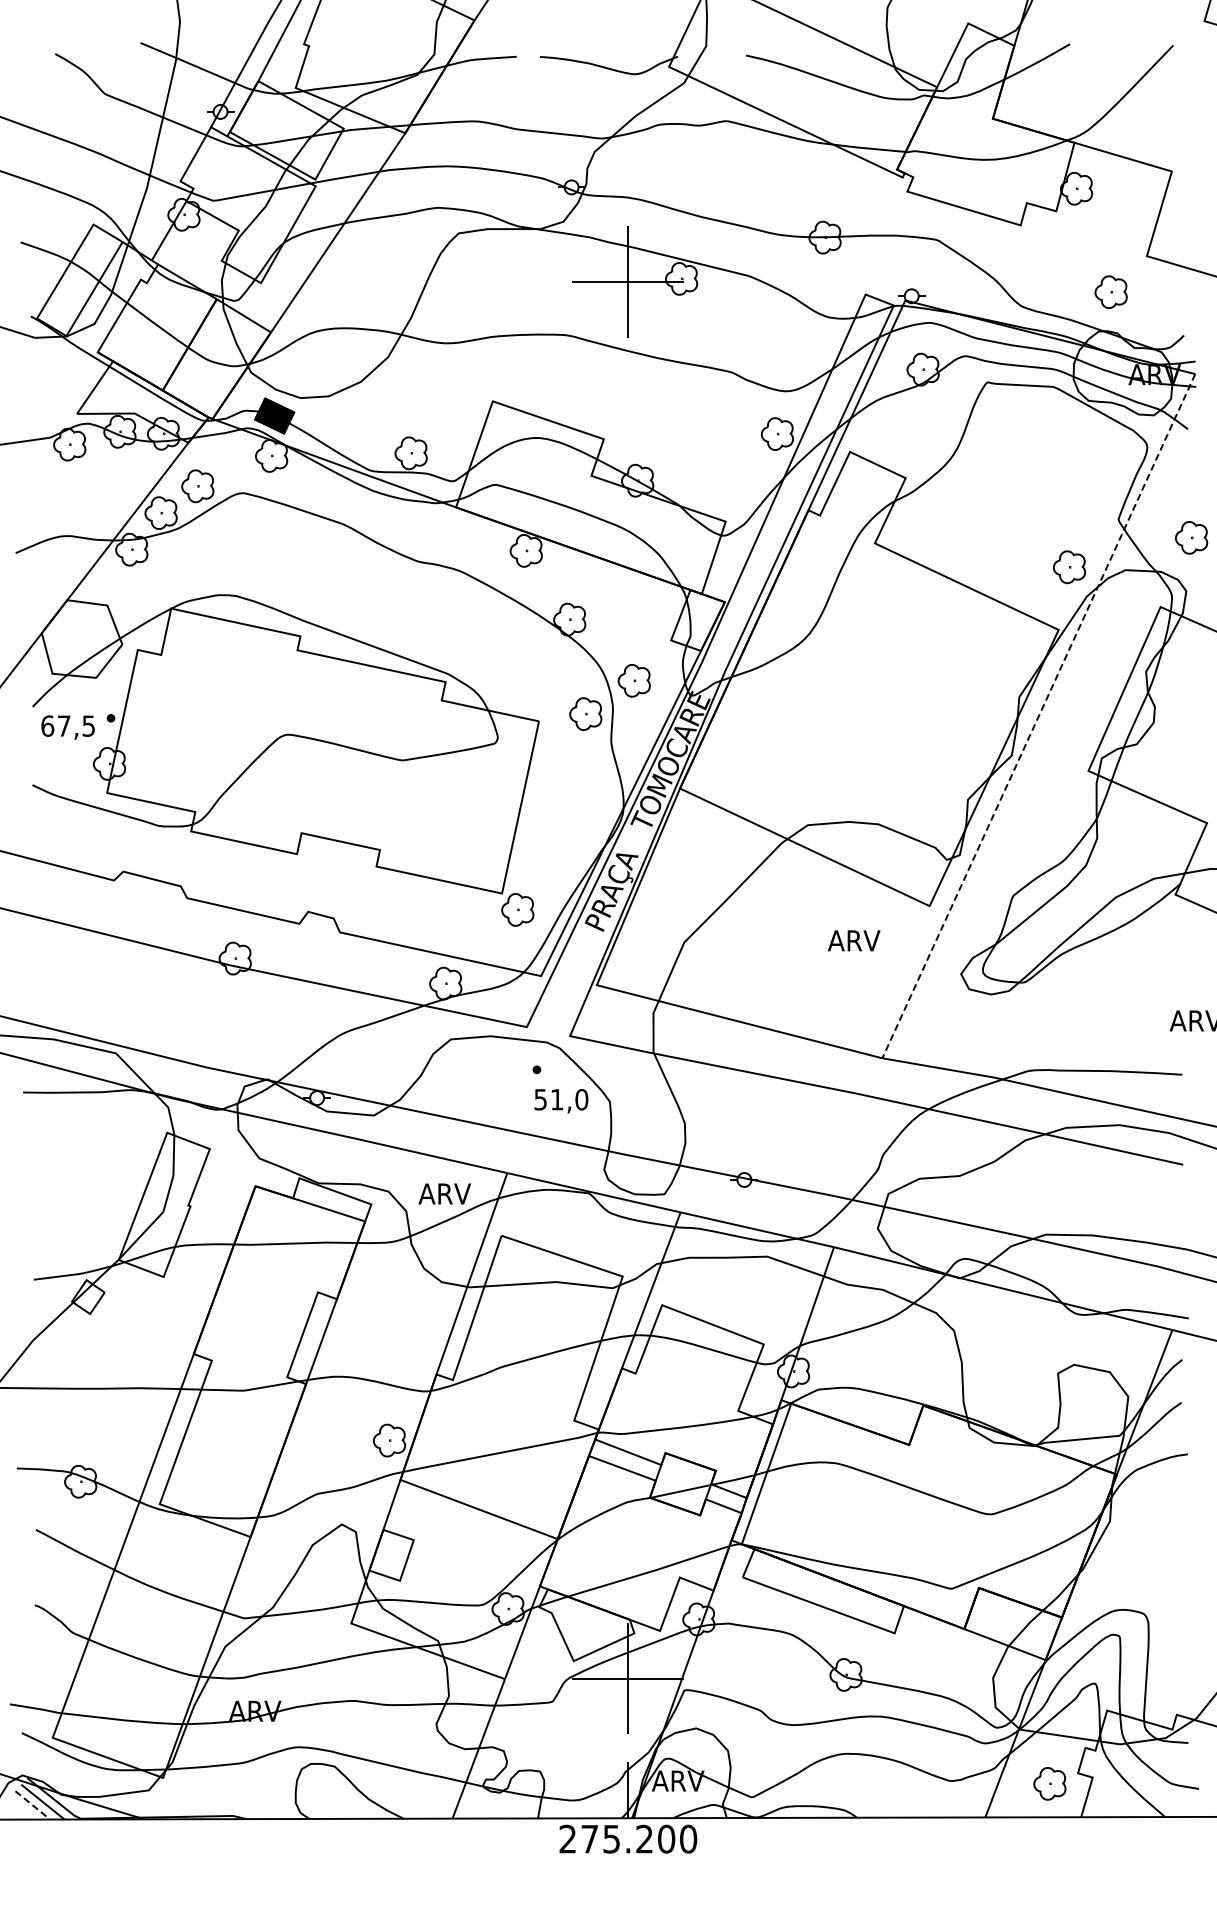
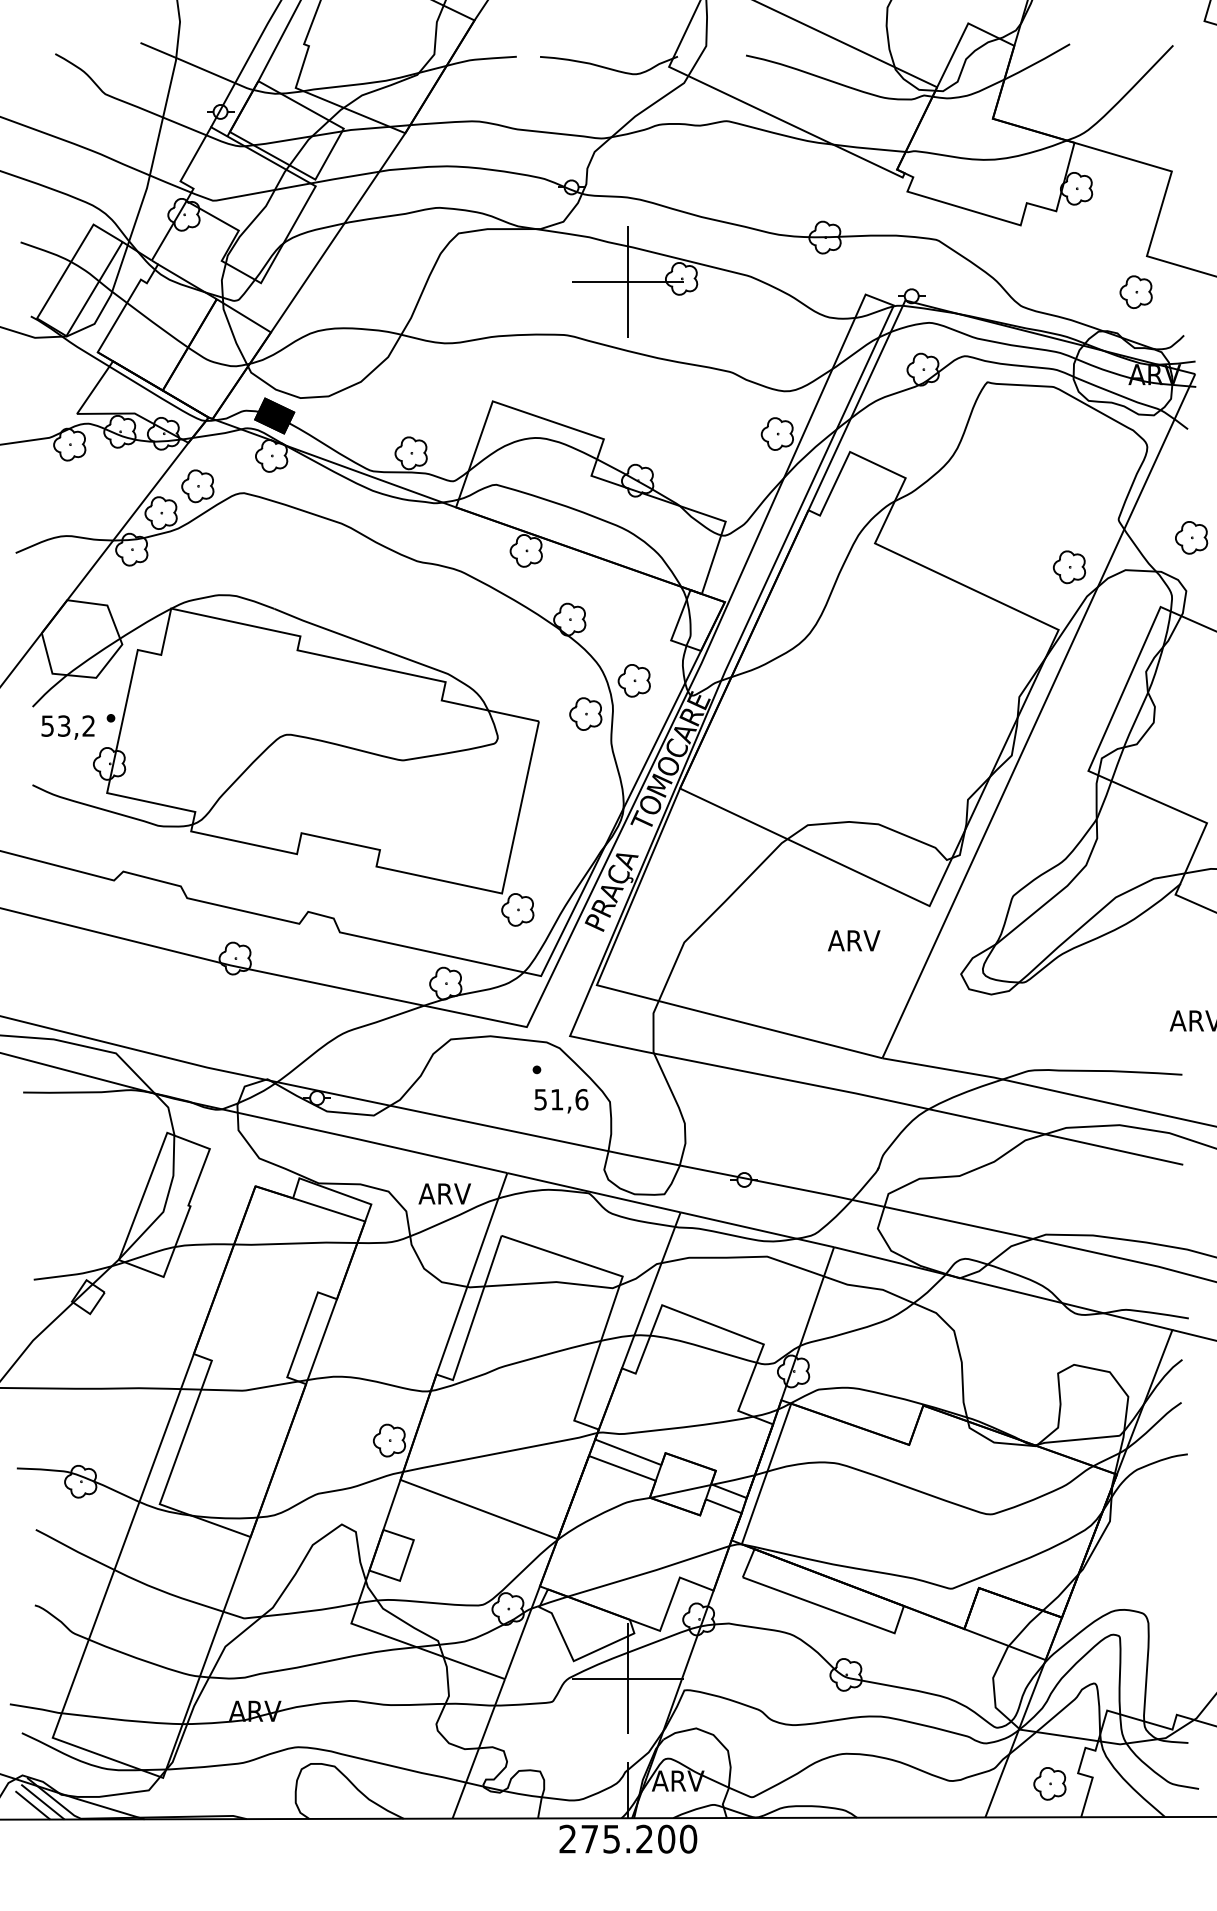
part at (1110, 291) position: (1110, 291) -> (1135, 291)
line at (1039, 715): dashed -> solid
text at (67, 725): 67,5 -> 53,2
text at (581, 1099): 51,0 -> 51,6
line at (33, 1805): dashed -> solid
